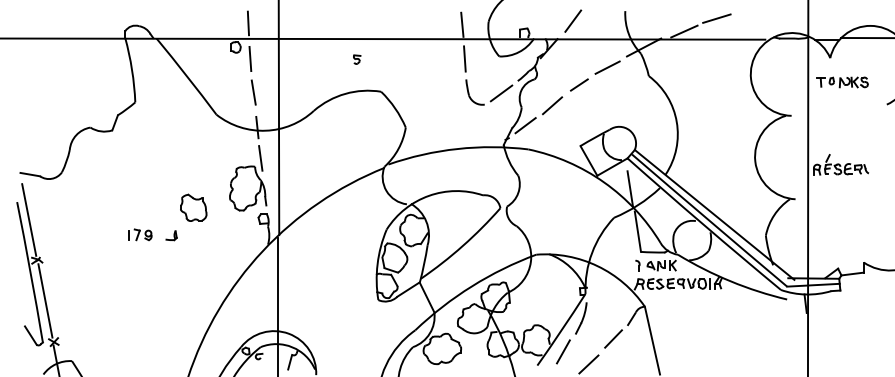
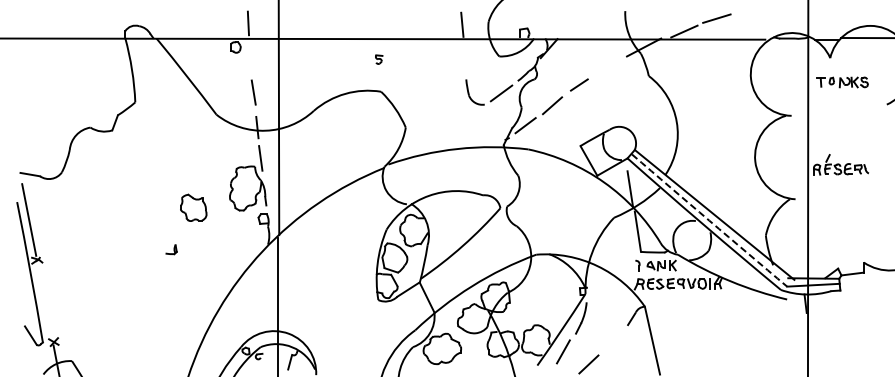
line at (573, 20): present -> none
line at (250, 58): present -> none
line at (464, 58): present -> none
part at (357, 59) position: (357, 59) -> (379, 59)
line at (607, 67): present -> none
arc at (709, 220): solid -> dashed
part at (140, 234): present -> none
part at (171, 235) position: (171, 235) -> (171, 249)
line at (45, 300): present -> none
line at (613, 338): present -> none
